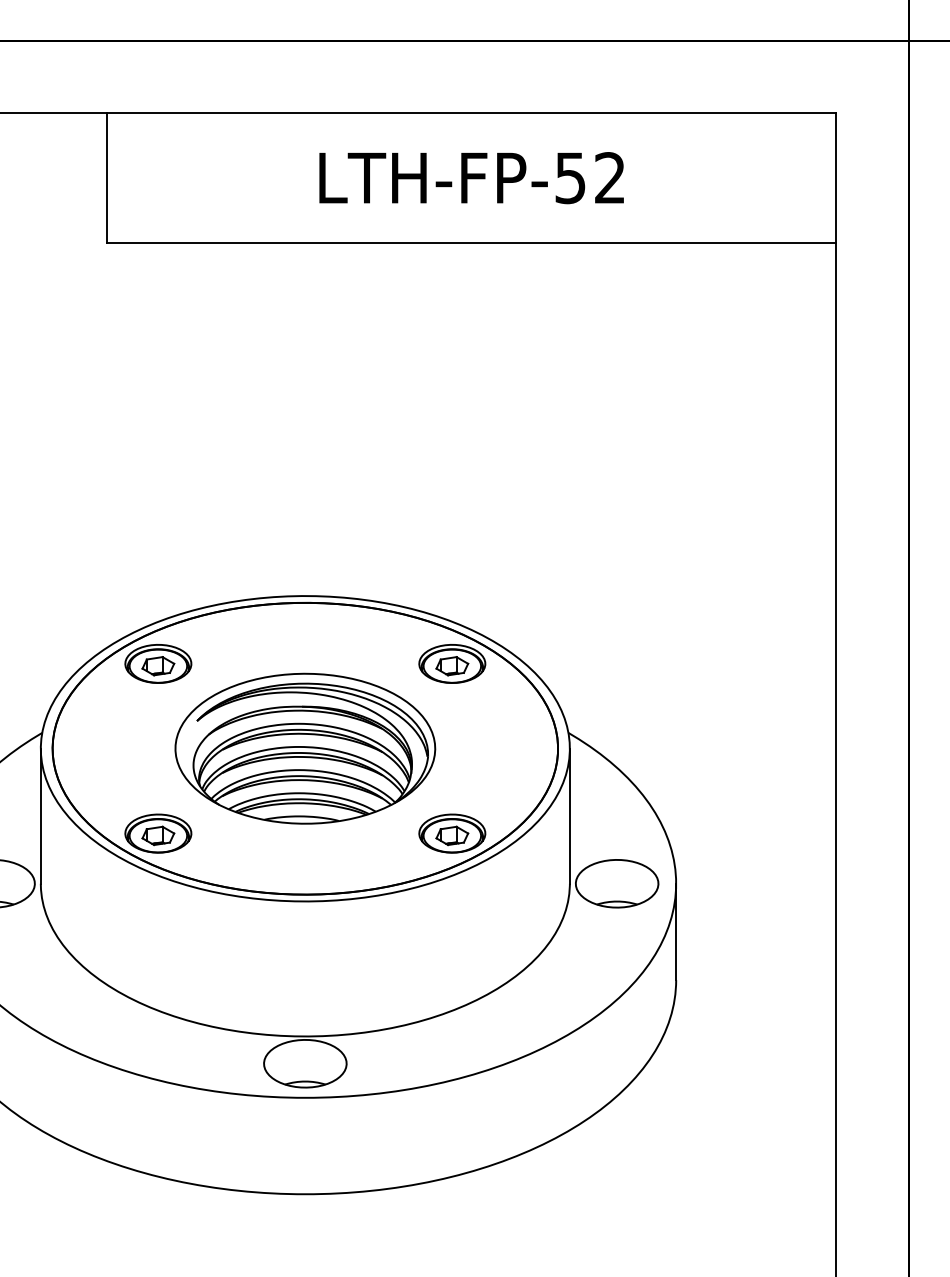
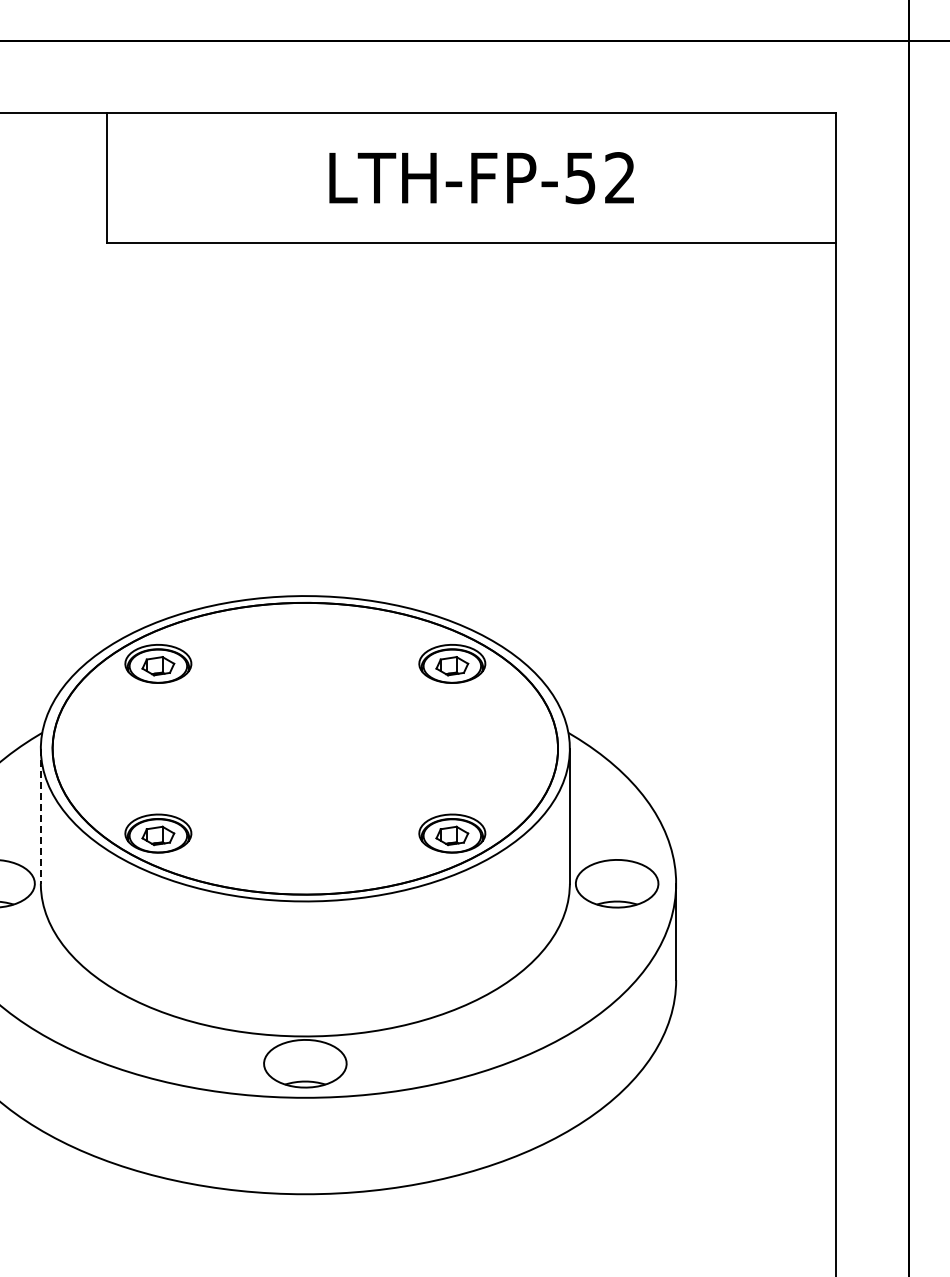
text at (471, 178) position: (471, 178) -> (481, 178)
part at (305, 748): present -> none
line at (40, 816): solid -> dashed
